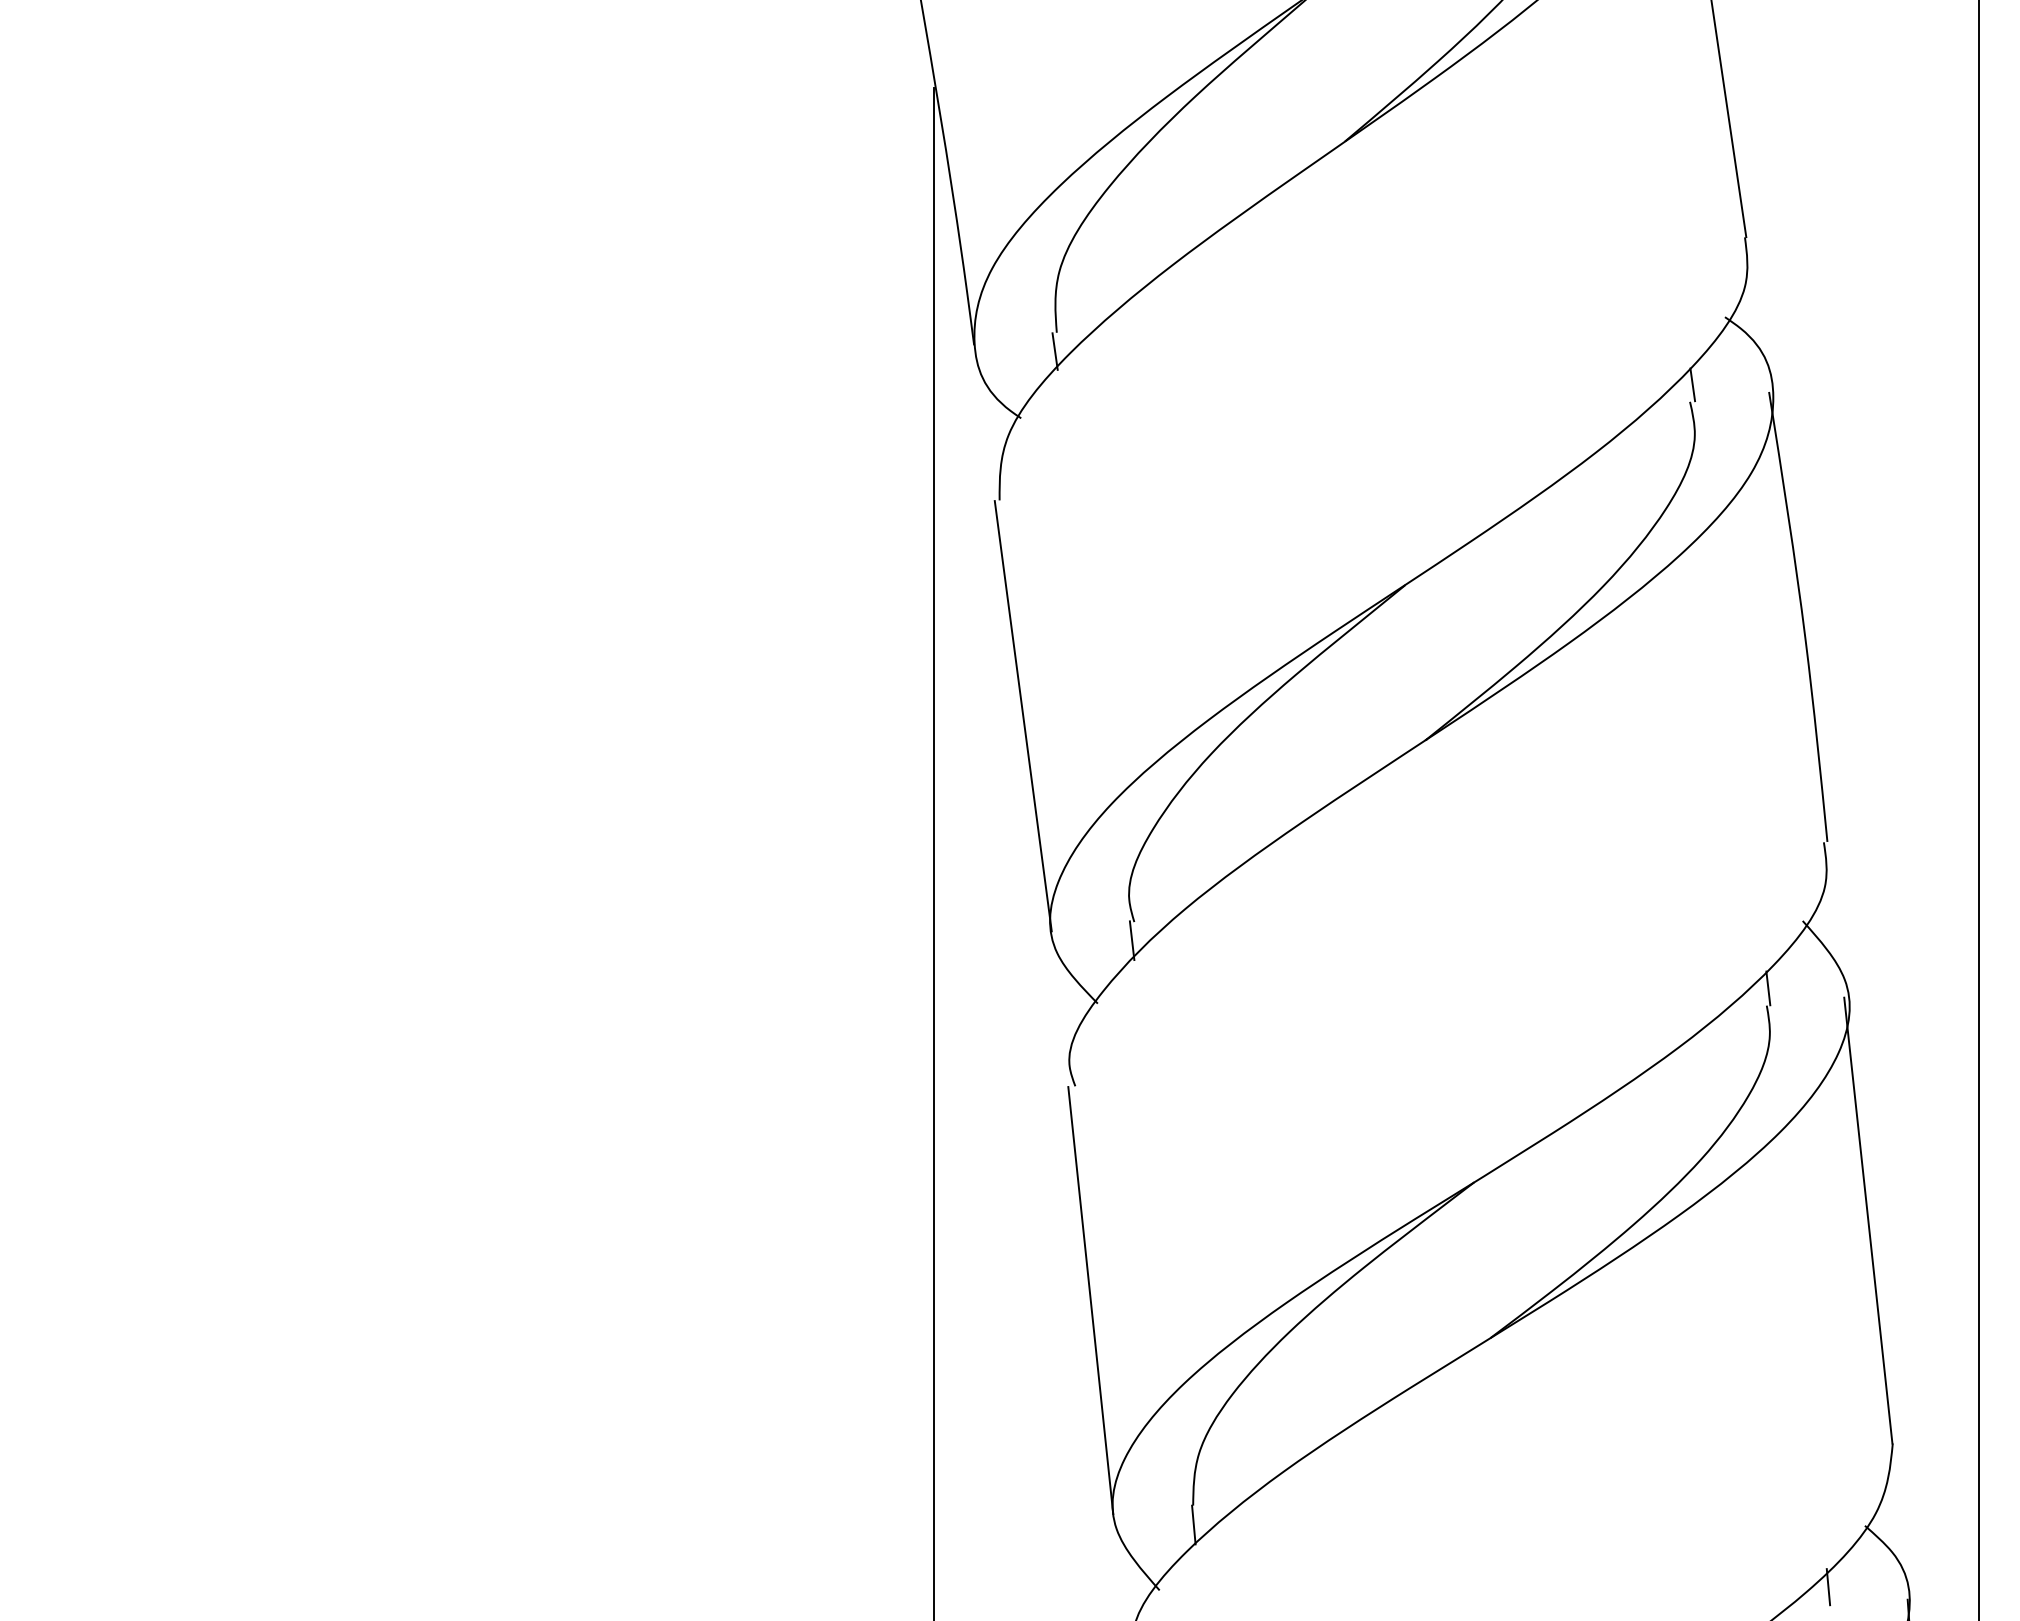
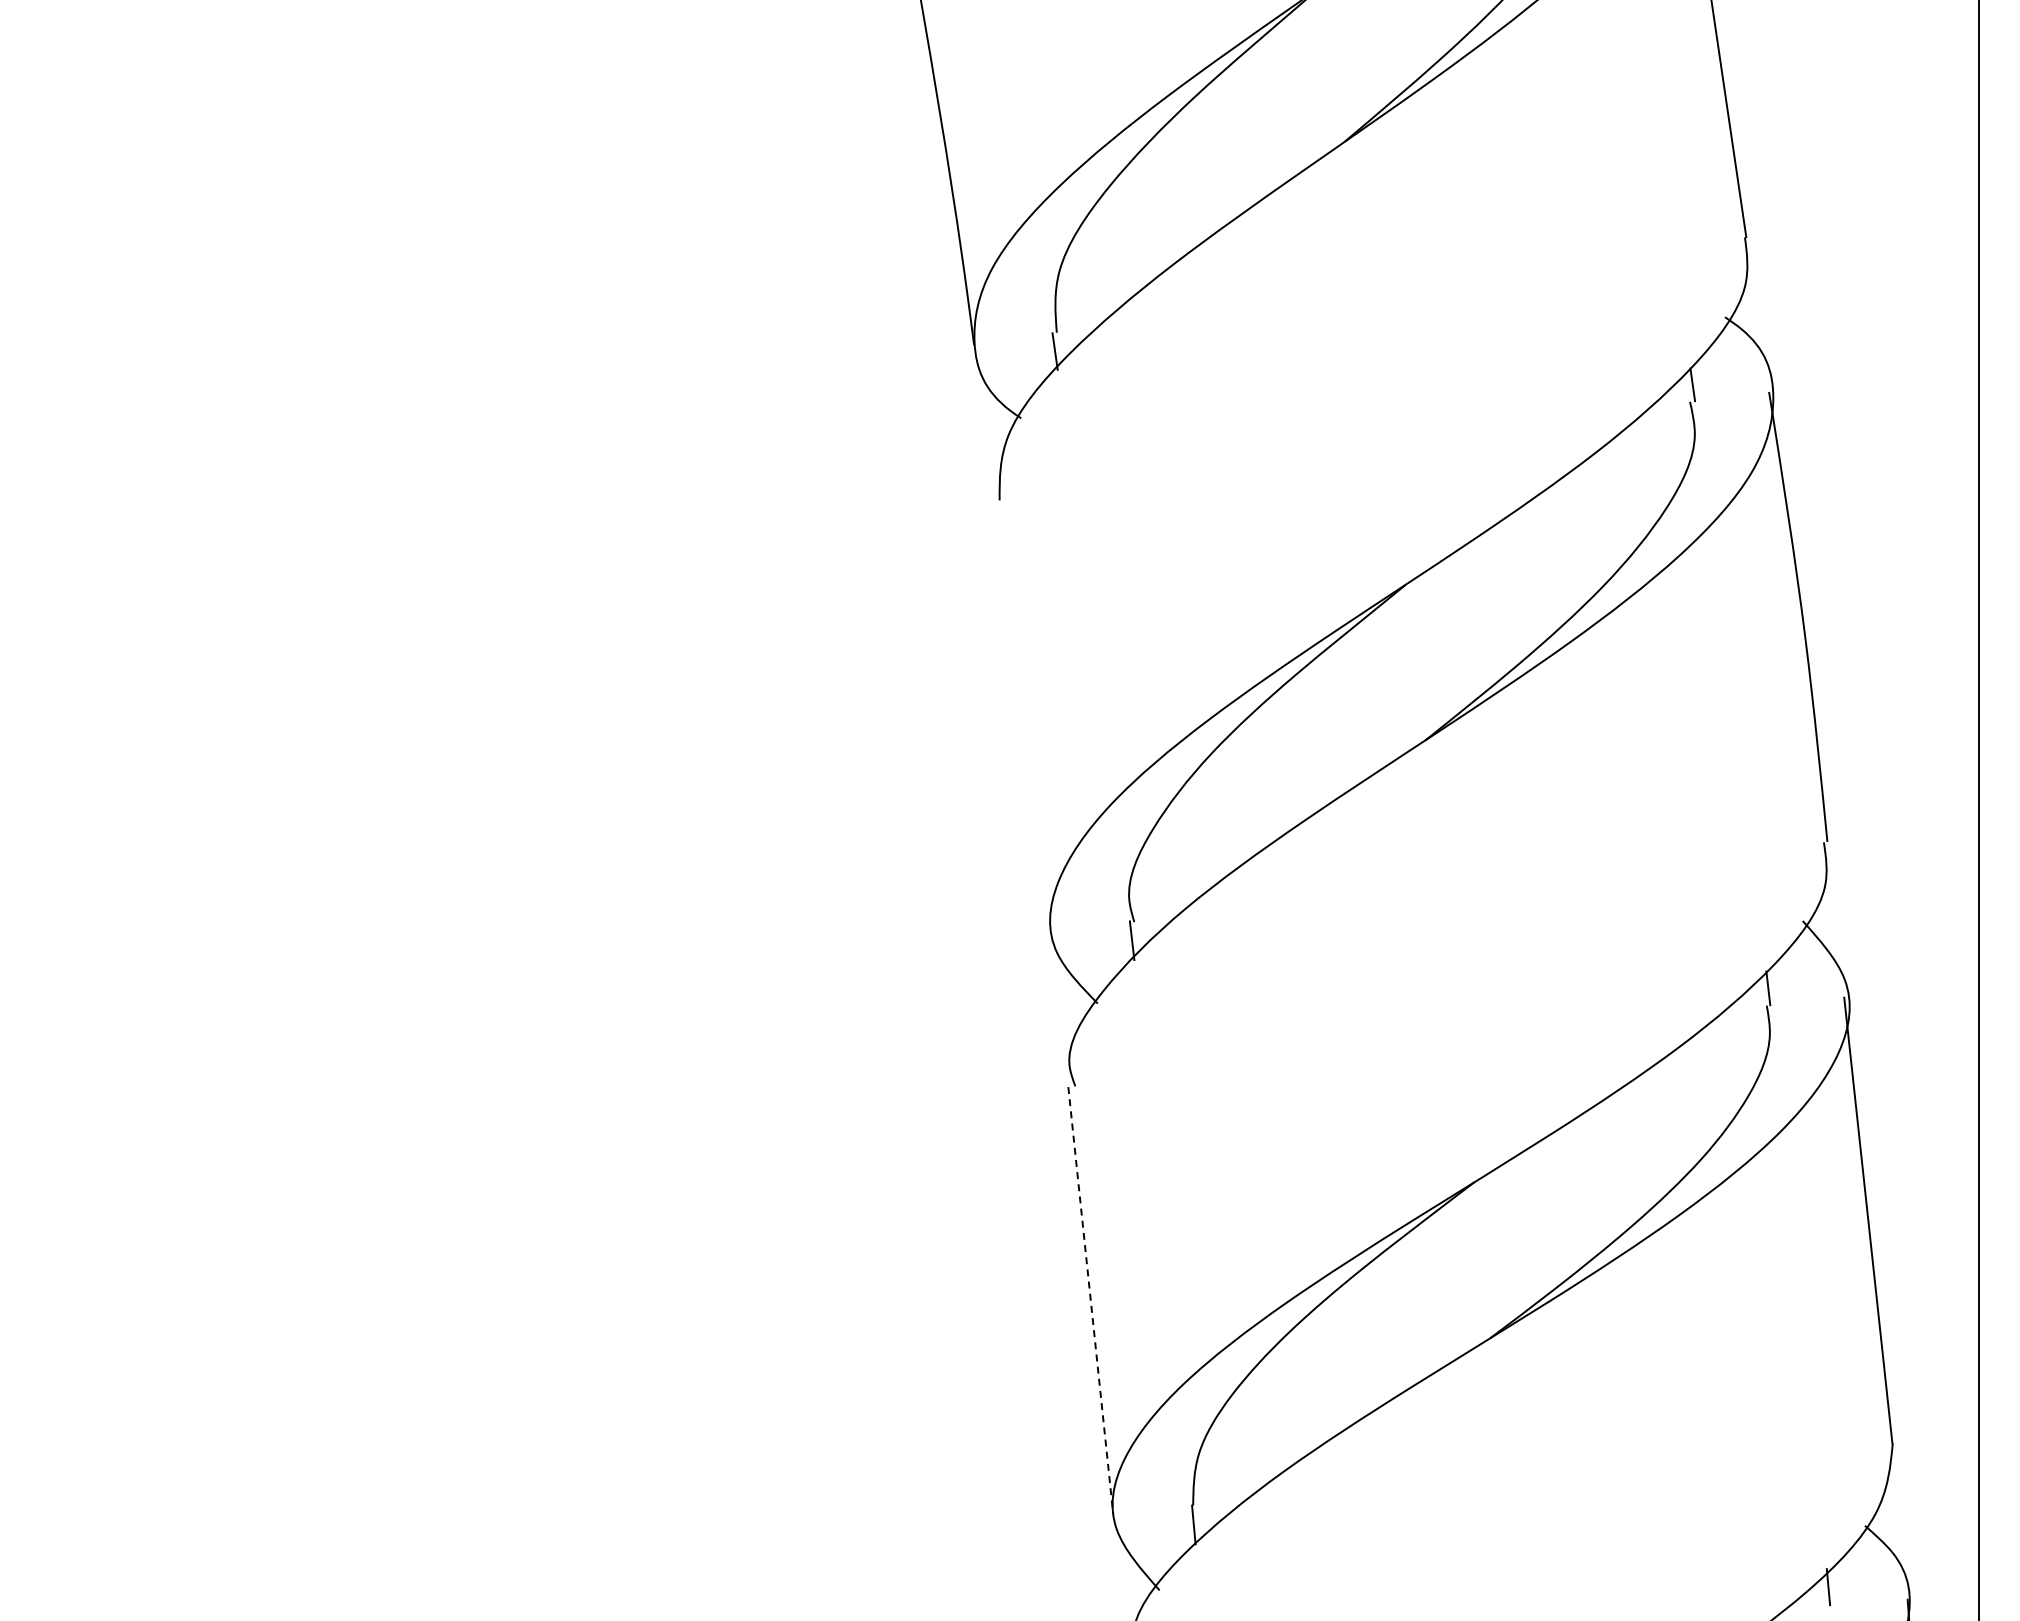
line at (1022, 716): present -> none
line at (934, 852): present -> none
line at (1090, 1300): solid -> dashed
